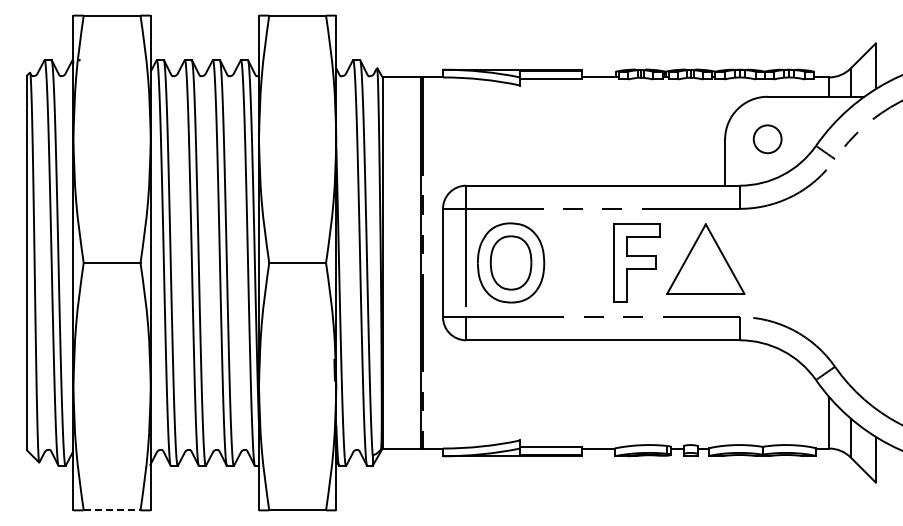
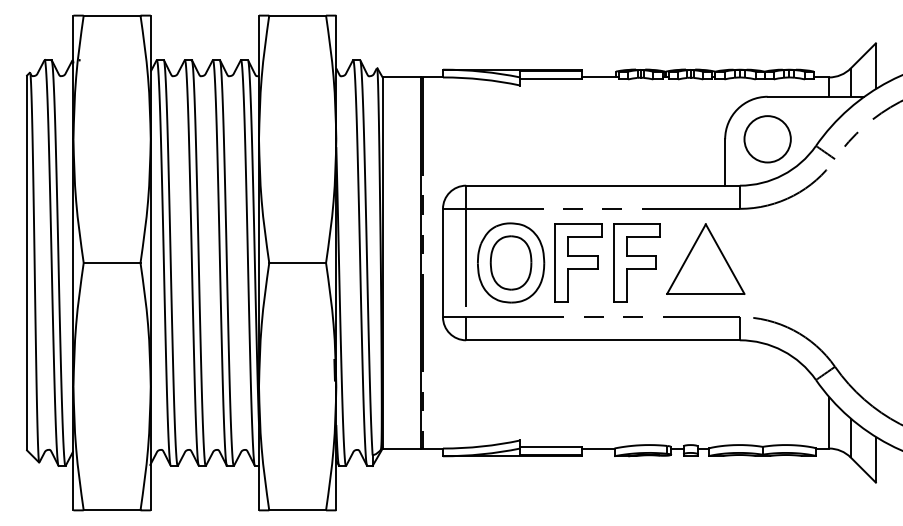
circle at (767, 139) diameter: 28 px -> 46 px
part at (578, 262): none -> present
line at (112, 510): dashed -> solid
